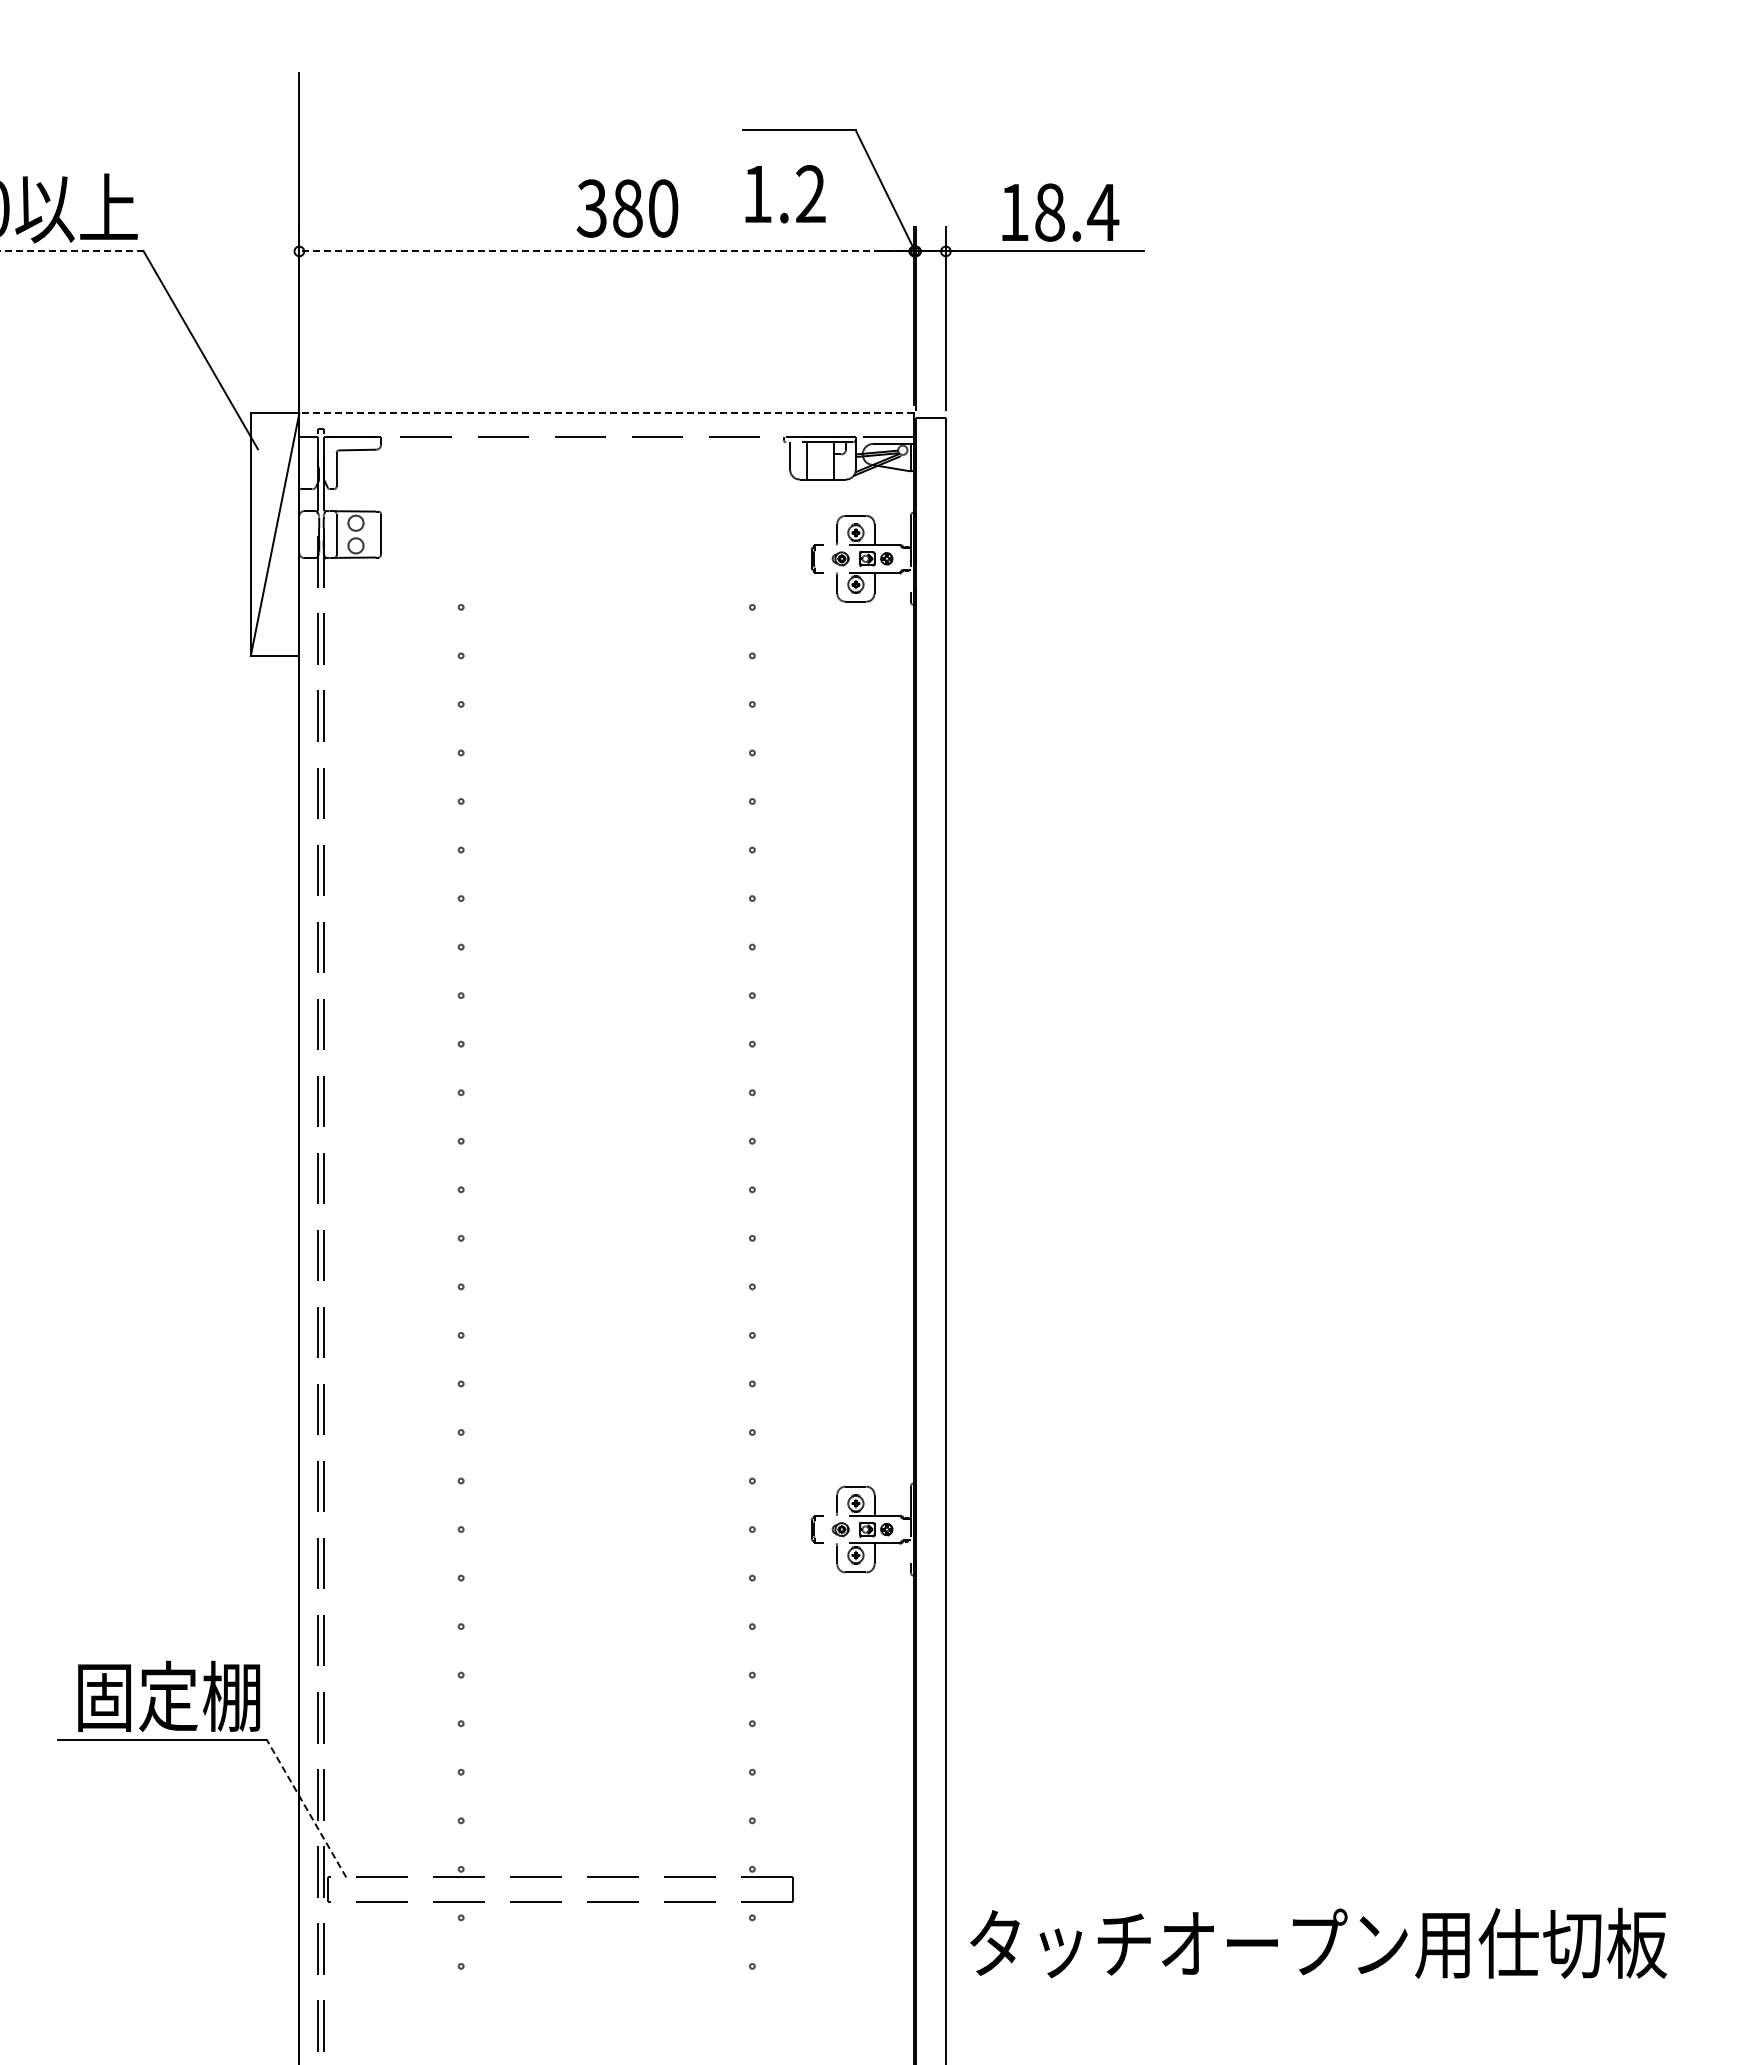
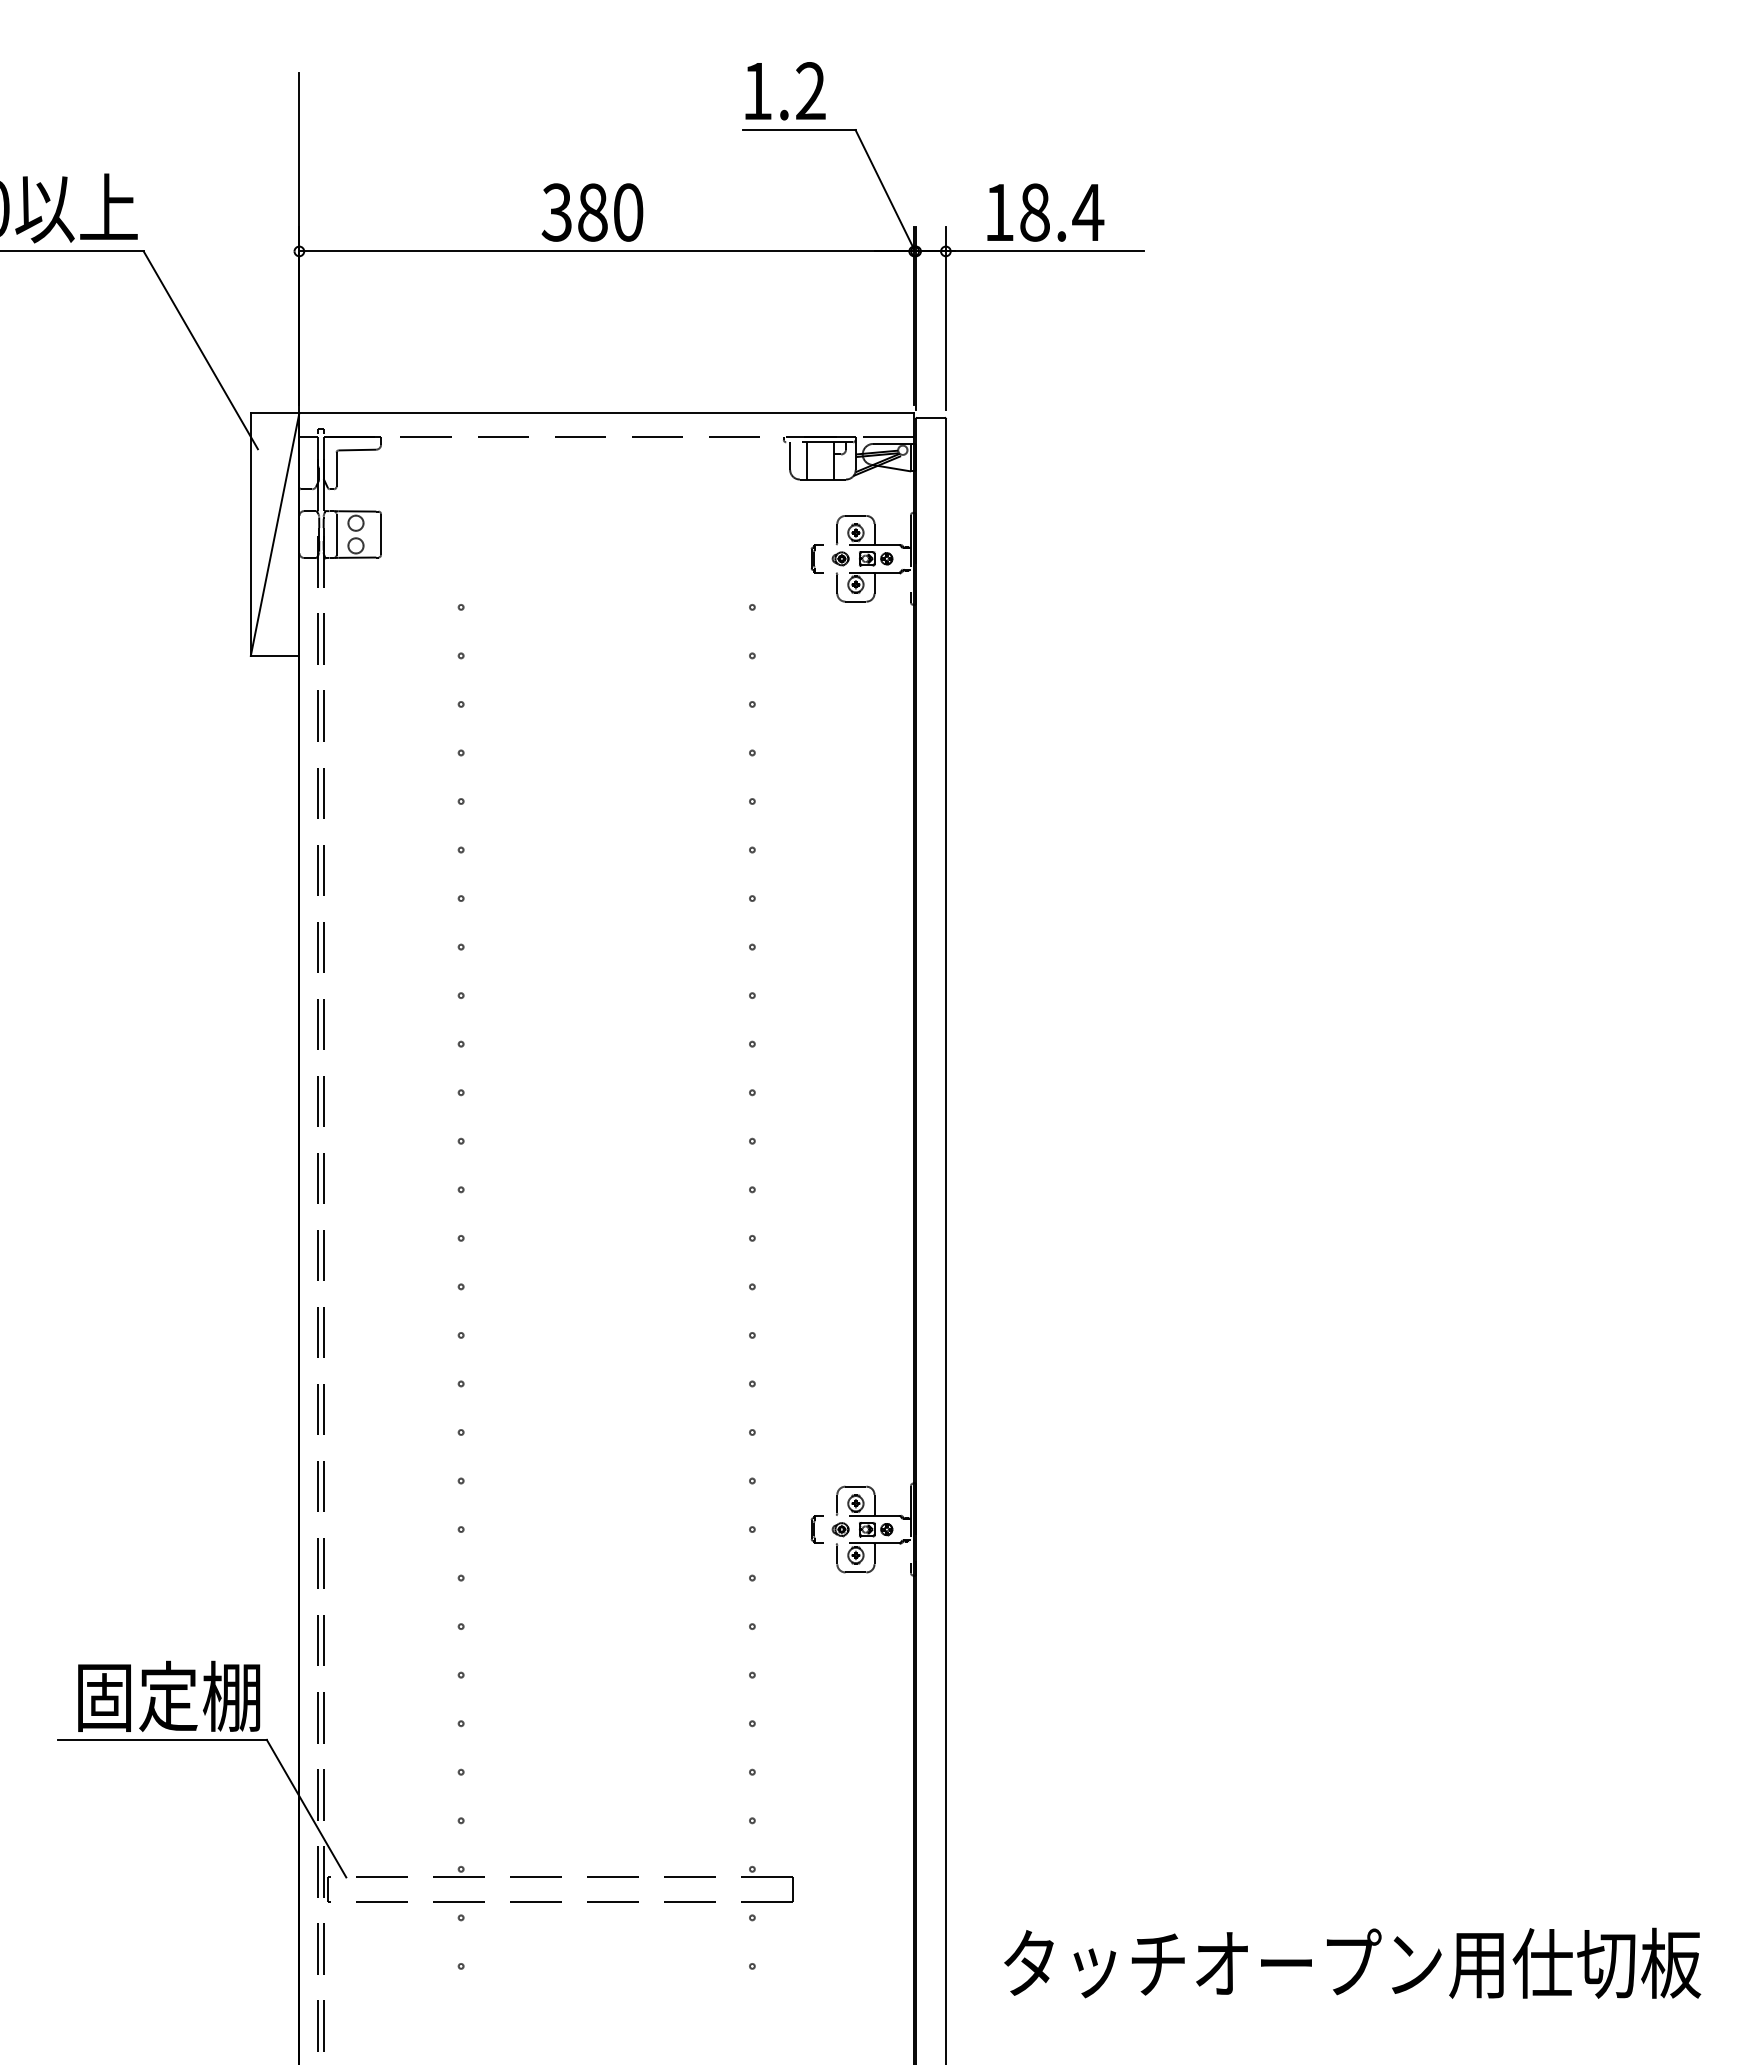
text at (785, 194) position: (785, 194) -> (785, 91)
text at (627, 208) position: (627, 208) -> (592, 212)
text at (1060, 212) position: (1060, 212) -> (1045, 212)
line at (71, 251): dashed -> solid
line at (606, 251): dashed -> solid
line at (606, 413): dashed -> solid
line at (306, 1808): dashed -> solid
text at (1318, 1942) position: (1318, 1942) -> (1352, 1962)
